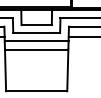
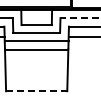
line at (80, 18): solid -> dashed
line at (36, 91): solid -> dashed
